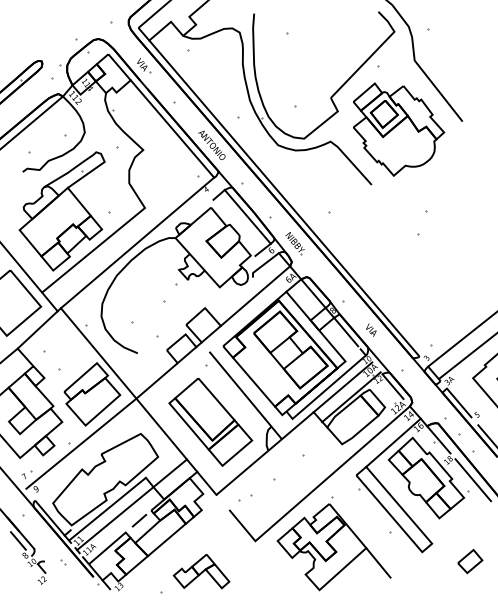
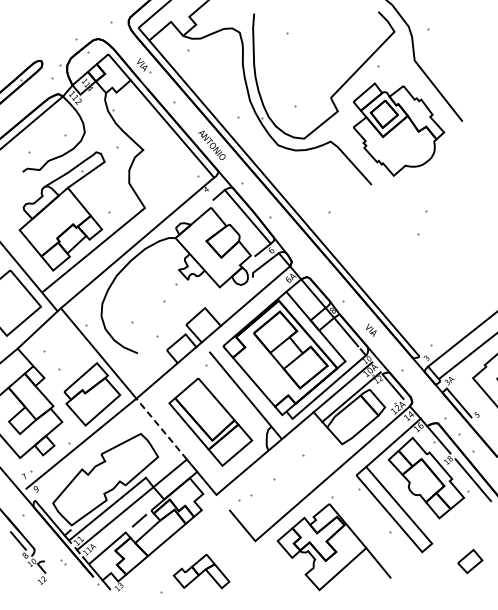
part at (294, 243): present -> none
line at (161, 429): solid -> dashed
line at (486, 434): present -> none
